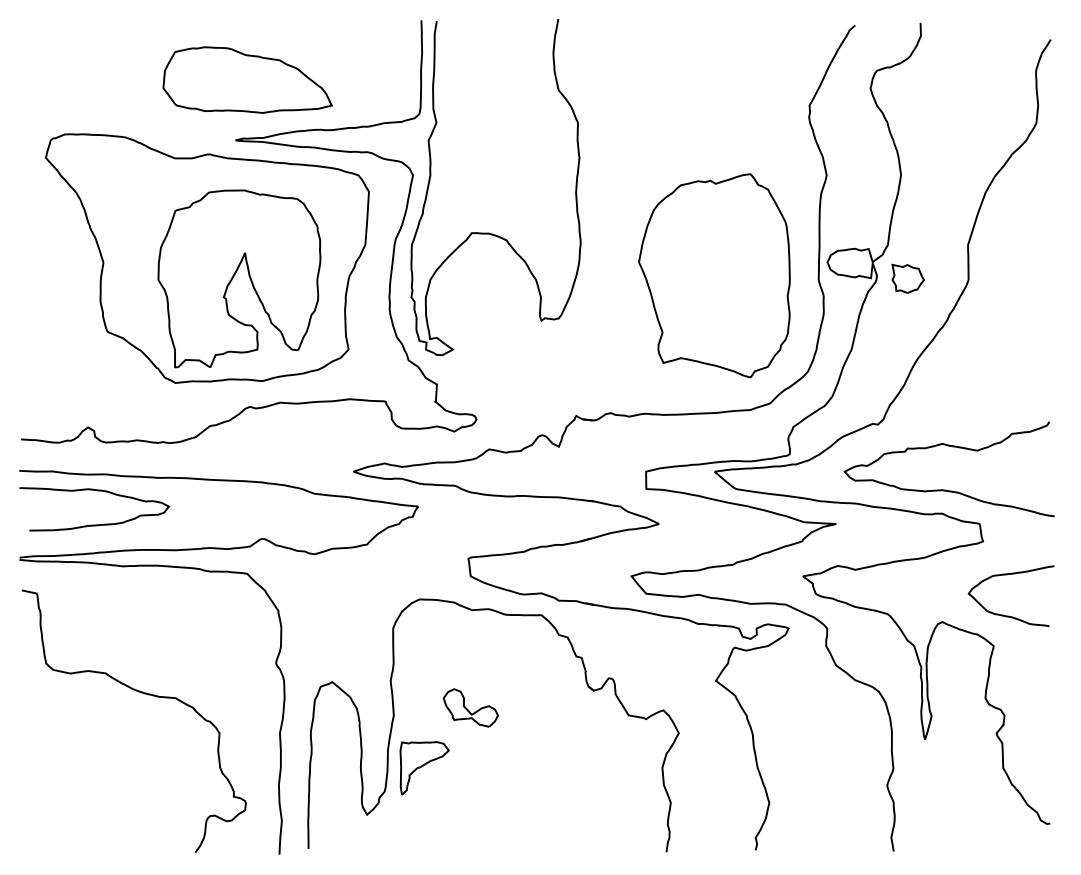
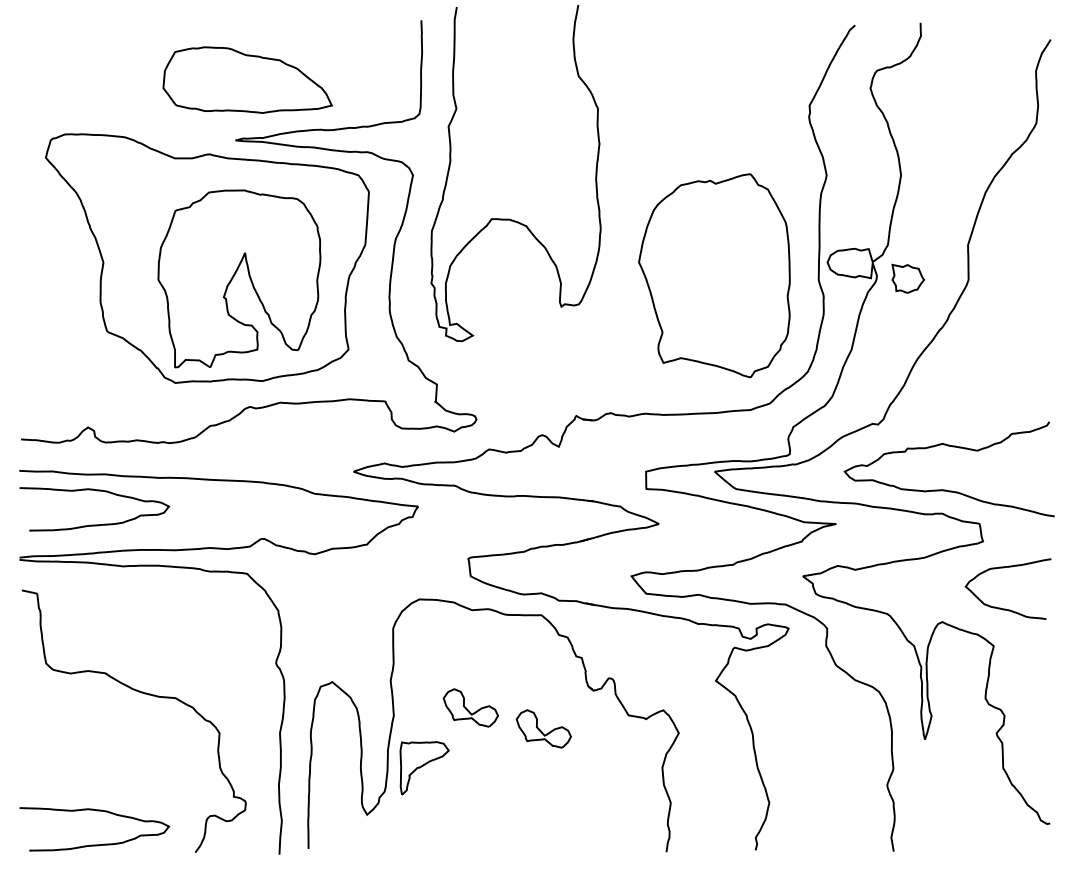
curve at (489, 232) position: (489, 232) -> (509, 218)
curve at (1008, 615) position: (1008, 615) -> (1005, 608)
part at (543, 728): none -> present
curve at (94, 844): none -> present
